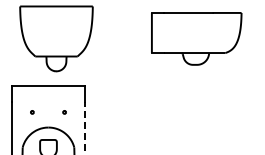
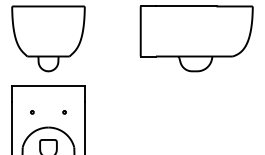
part at (56, 38) position: (56, 38) -> (48, 38)
part at (196, 38) size: 92x54 px -> 115x68 px
line at (84, 127): dashed -> solid
